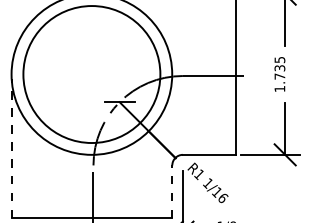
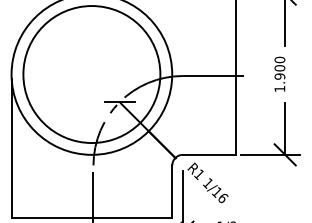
text at (279, 67): 1.735 -> 1.900
line at (11, 148): dashed -> solid
line at (172, 191): dashed -> solid
